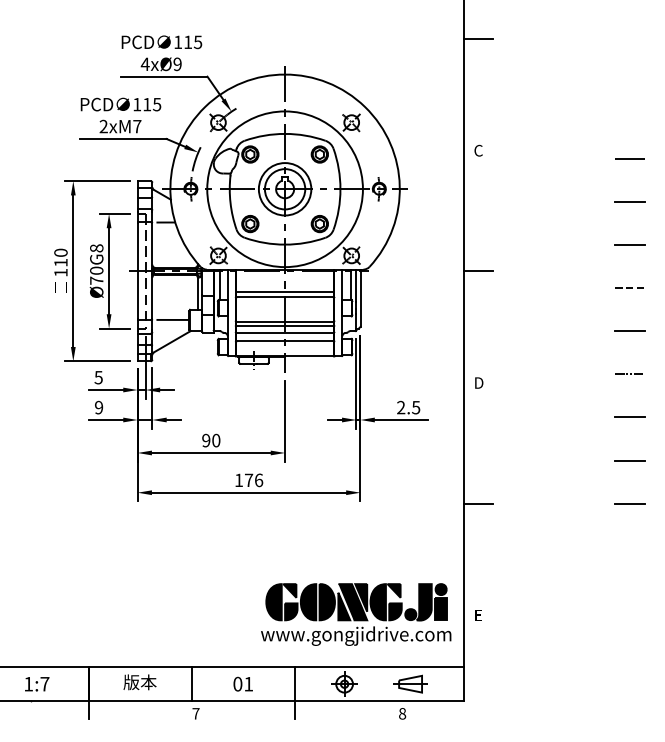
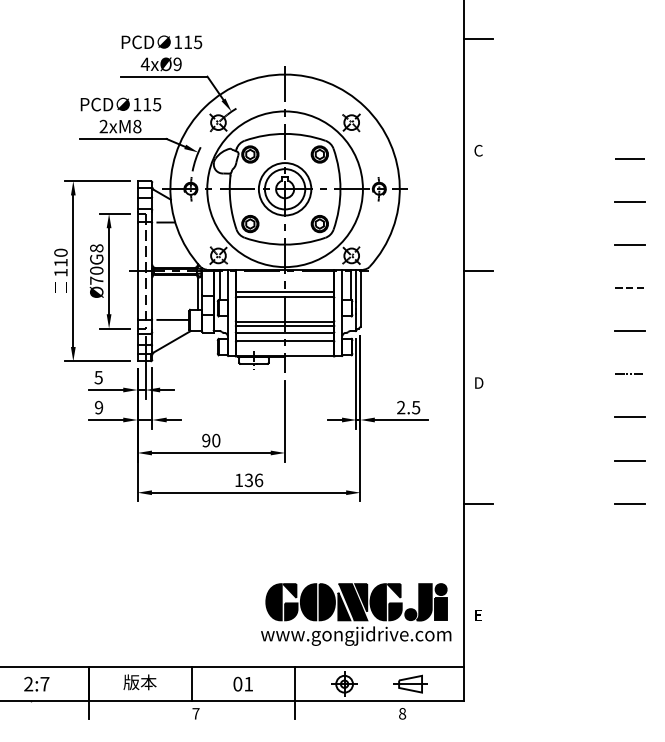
text at (137, 126): 2xM7 -> 2xM8
text at (248, 480): 176 -> 136
text at (28, 683): 1:7 -> 2:7
